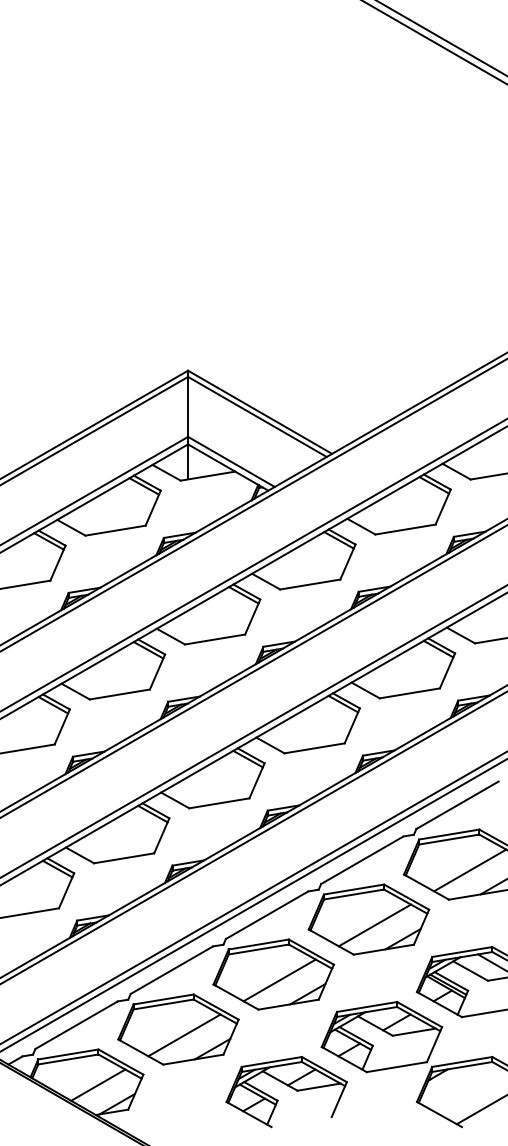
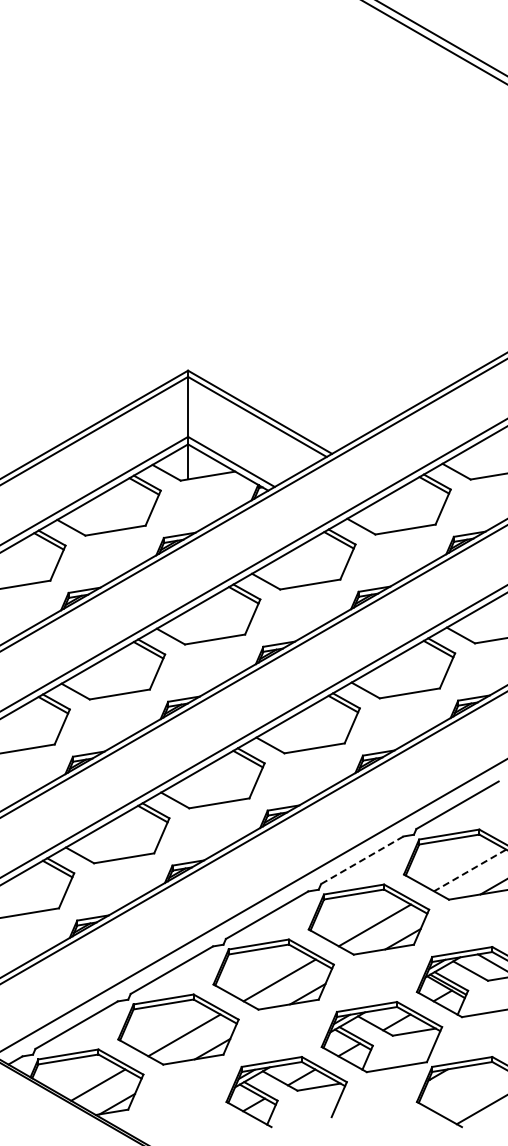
line at (362, 860): solid -> dashed
line at (470, 870): solid -> dashed
line at (253, 897): present -> none
